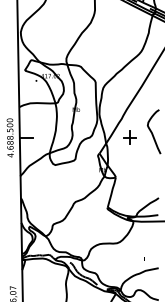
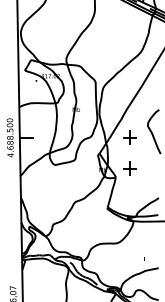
part at (129, 168): none -> present
